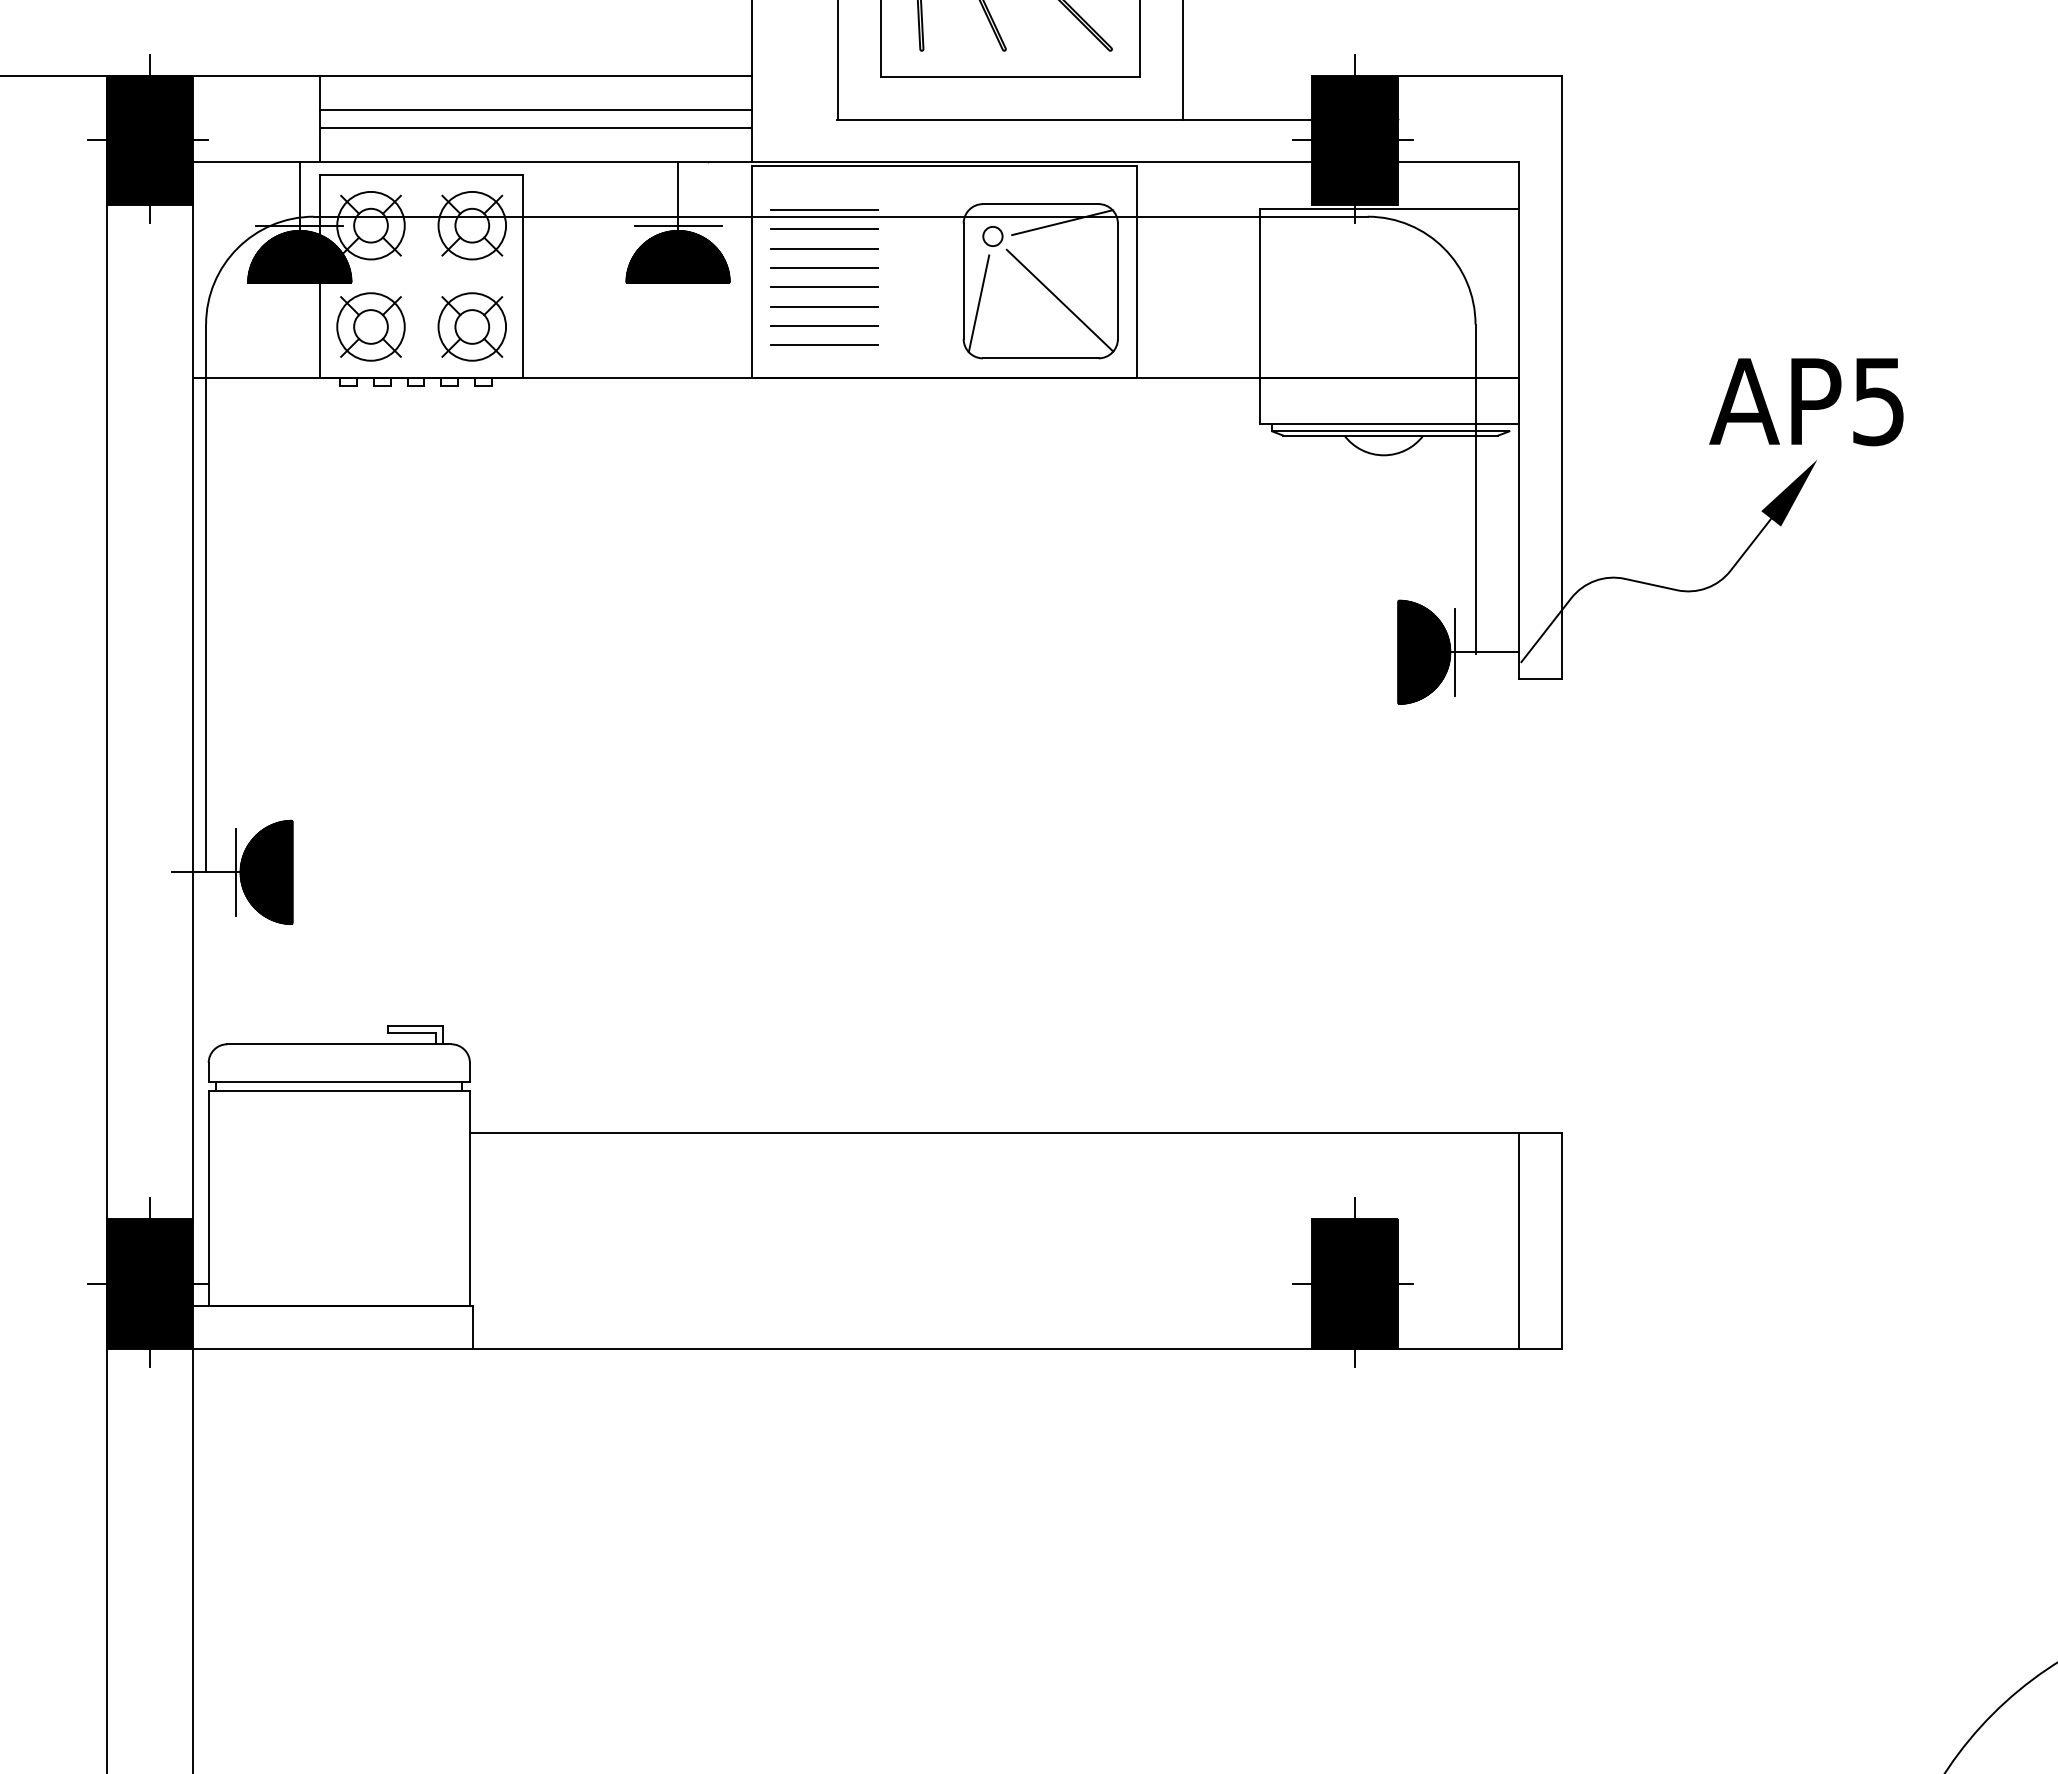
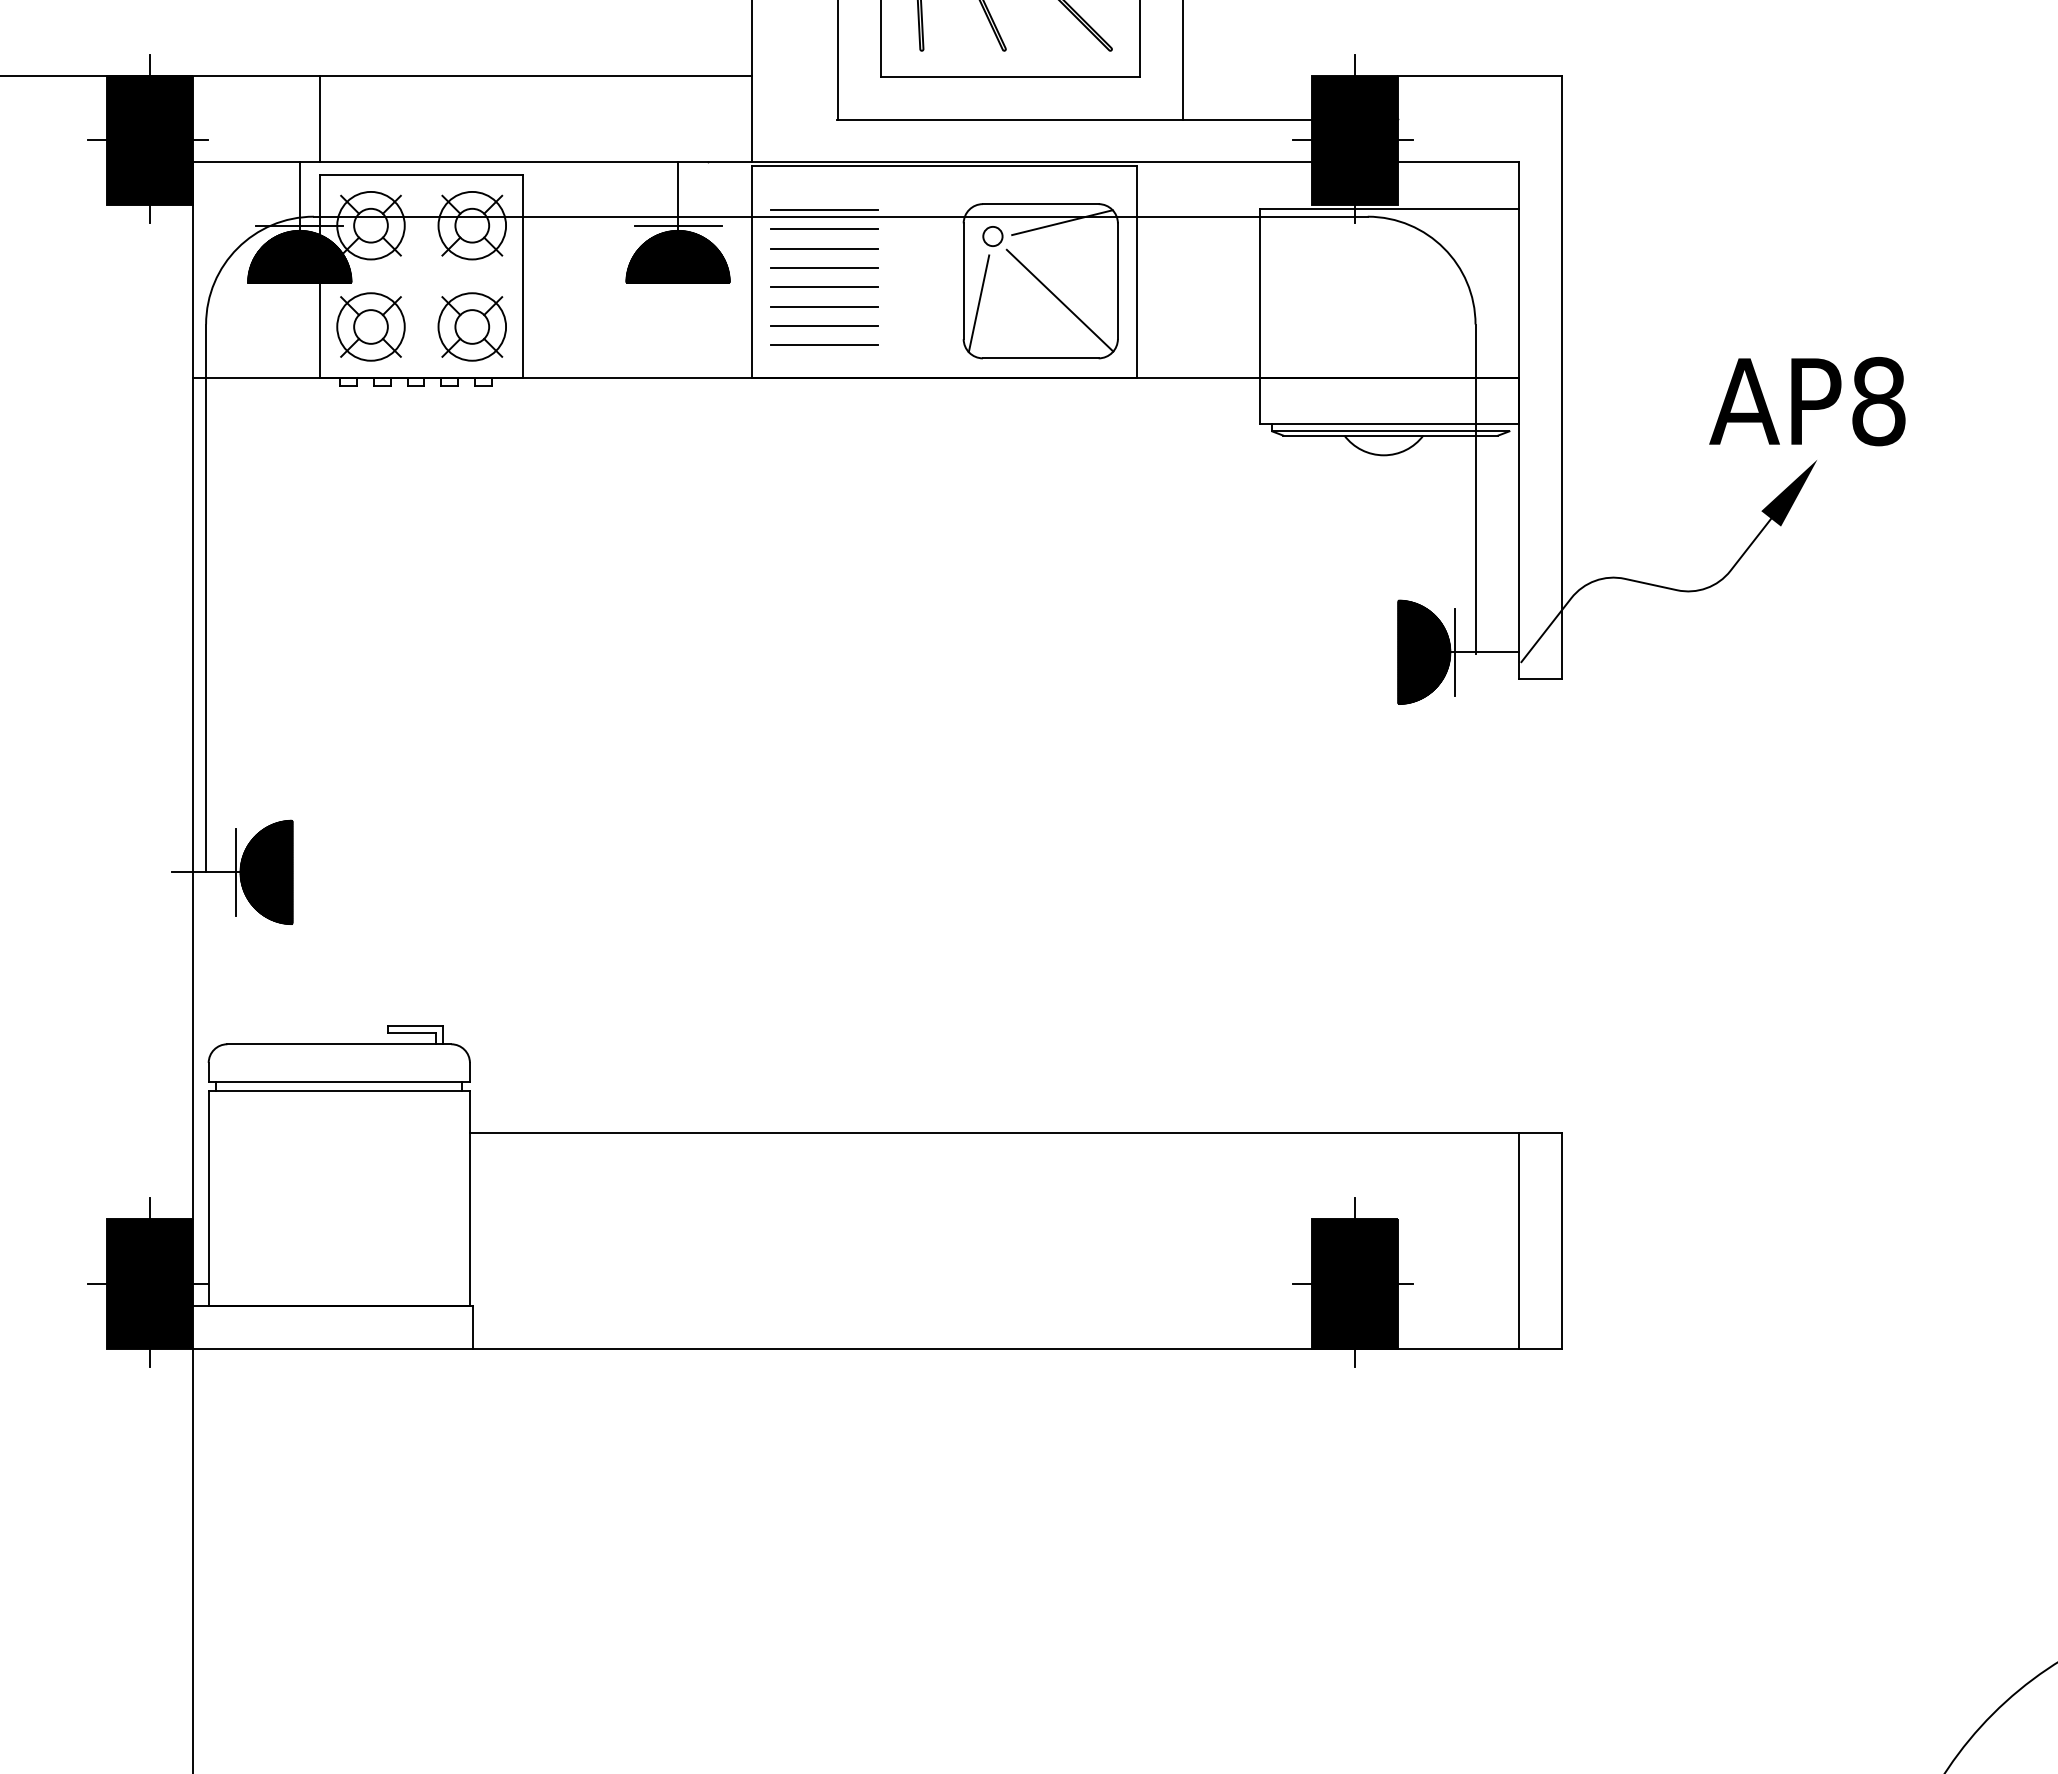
line at (535, 110): present -> none
line at (535, 127): present -> none
text at (1878, 401): AP5 -> AP8
line at (106, 924): present -> none
